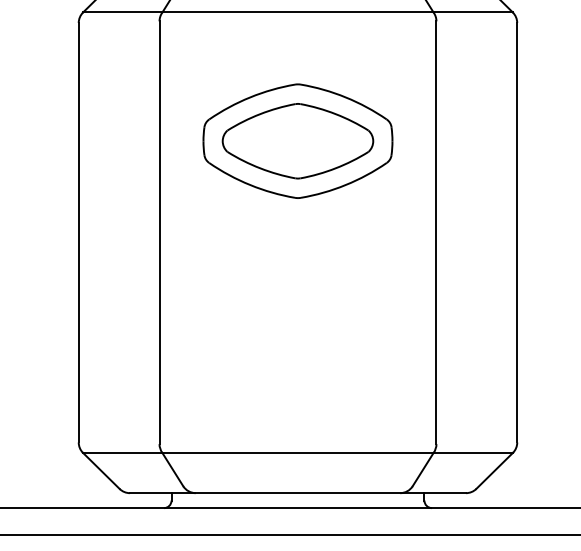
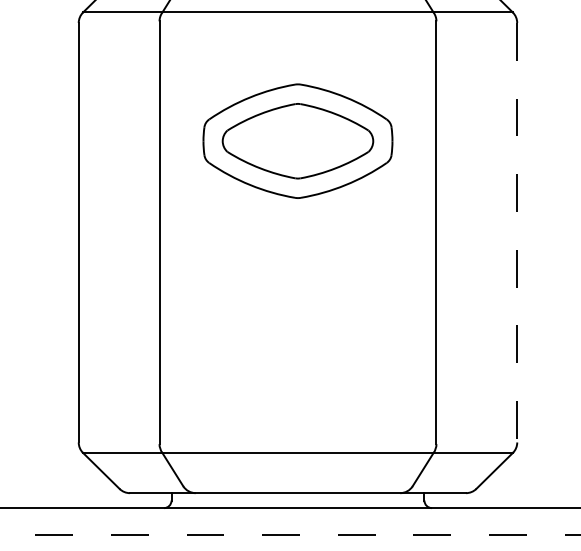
line at (517, 232): solid -> dashed
line at (290, 534): solid -> dashed
